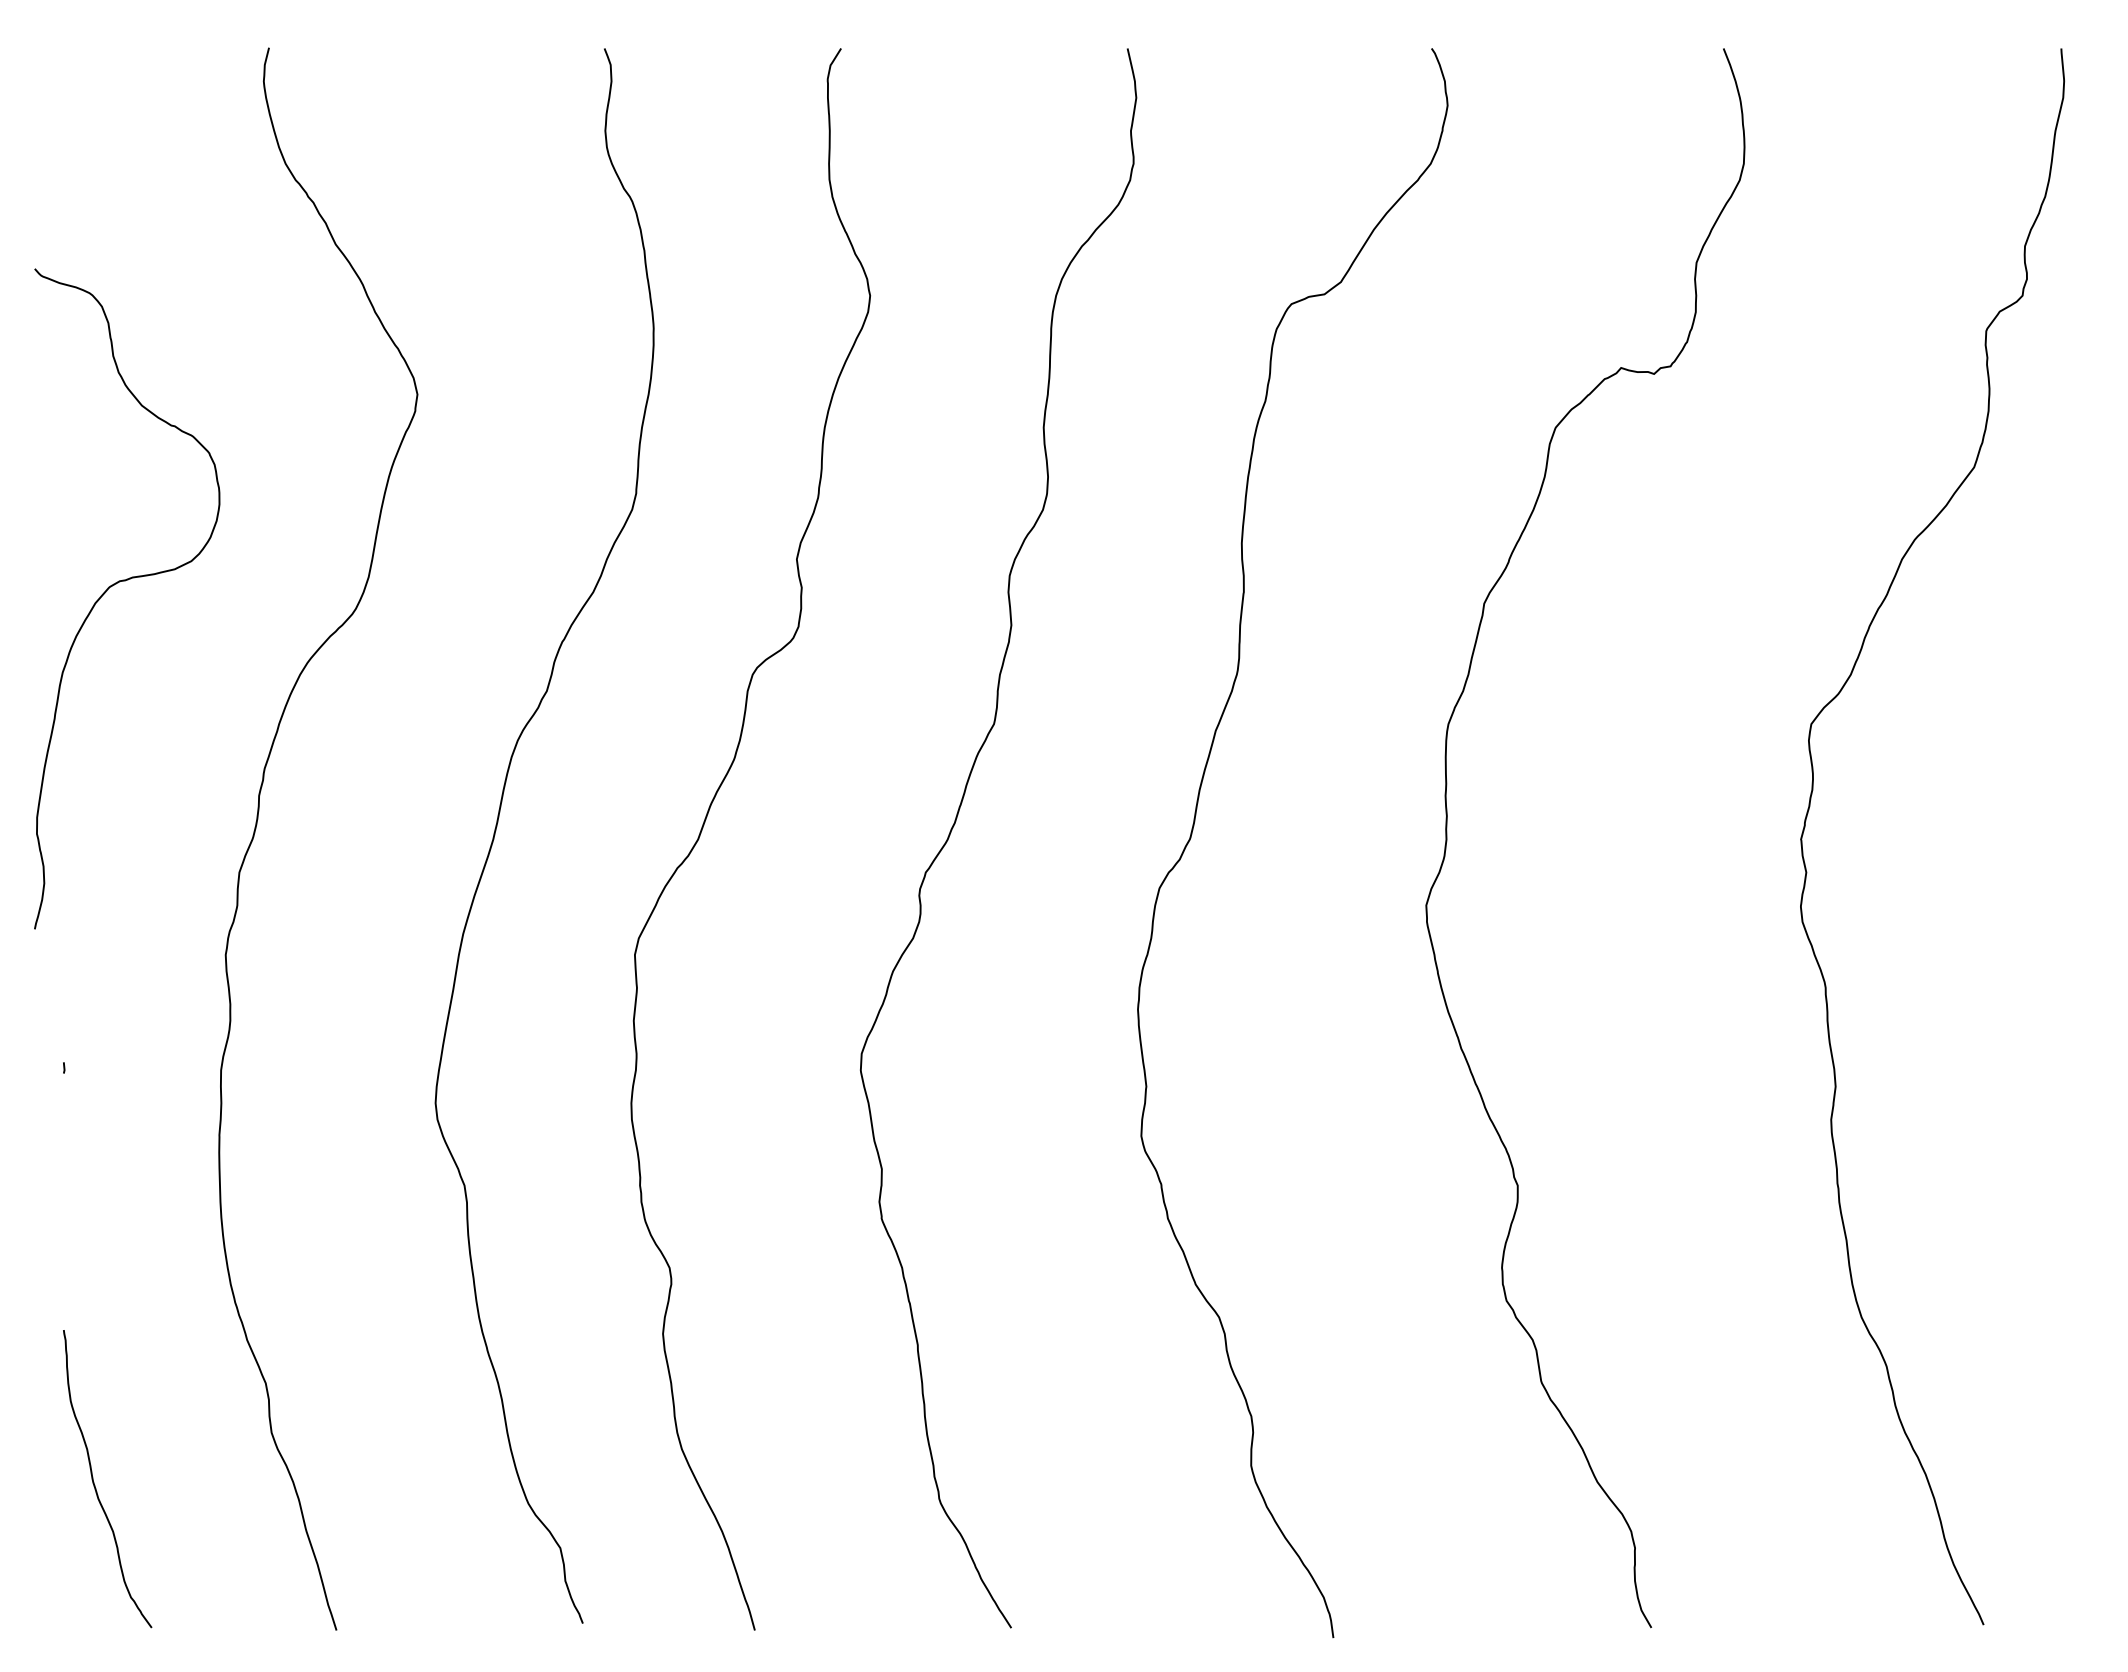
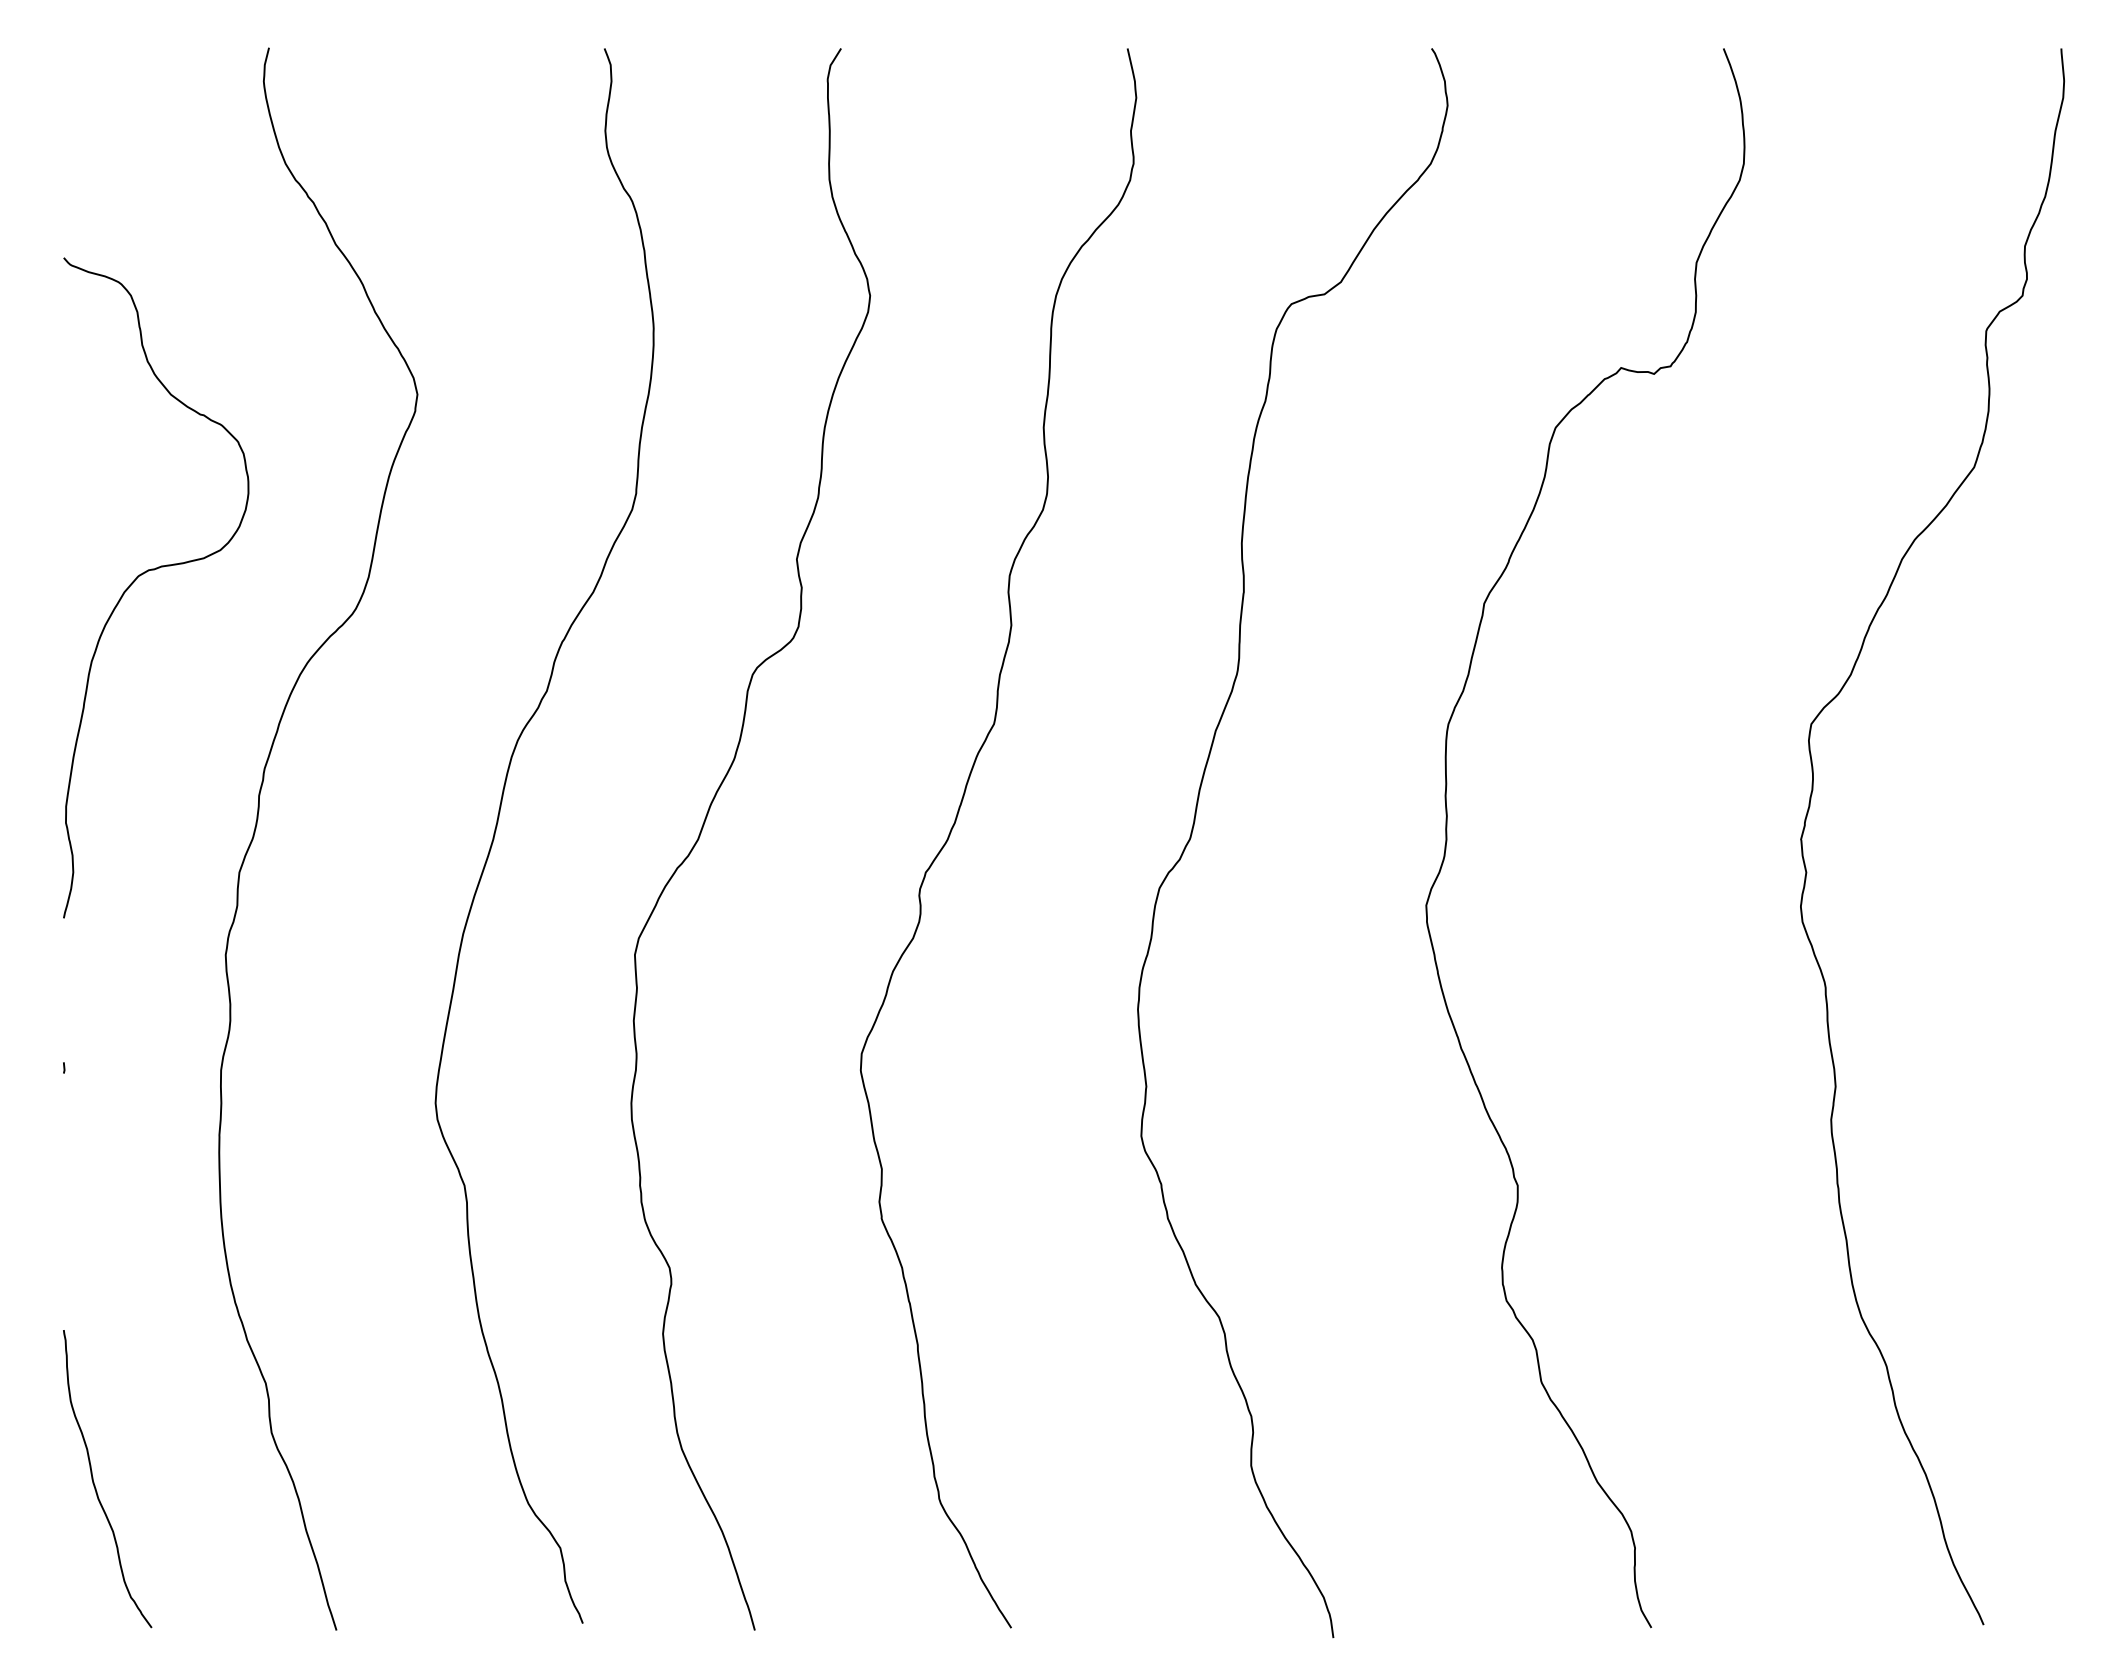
curve at (125, 581) position: (125, 581) -> (154, 570)
